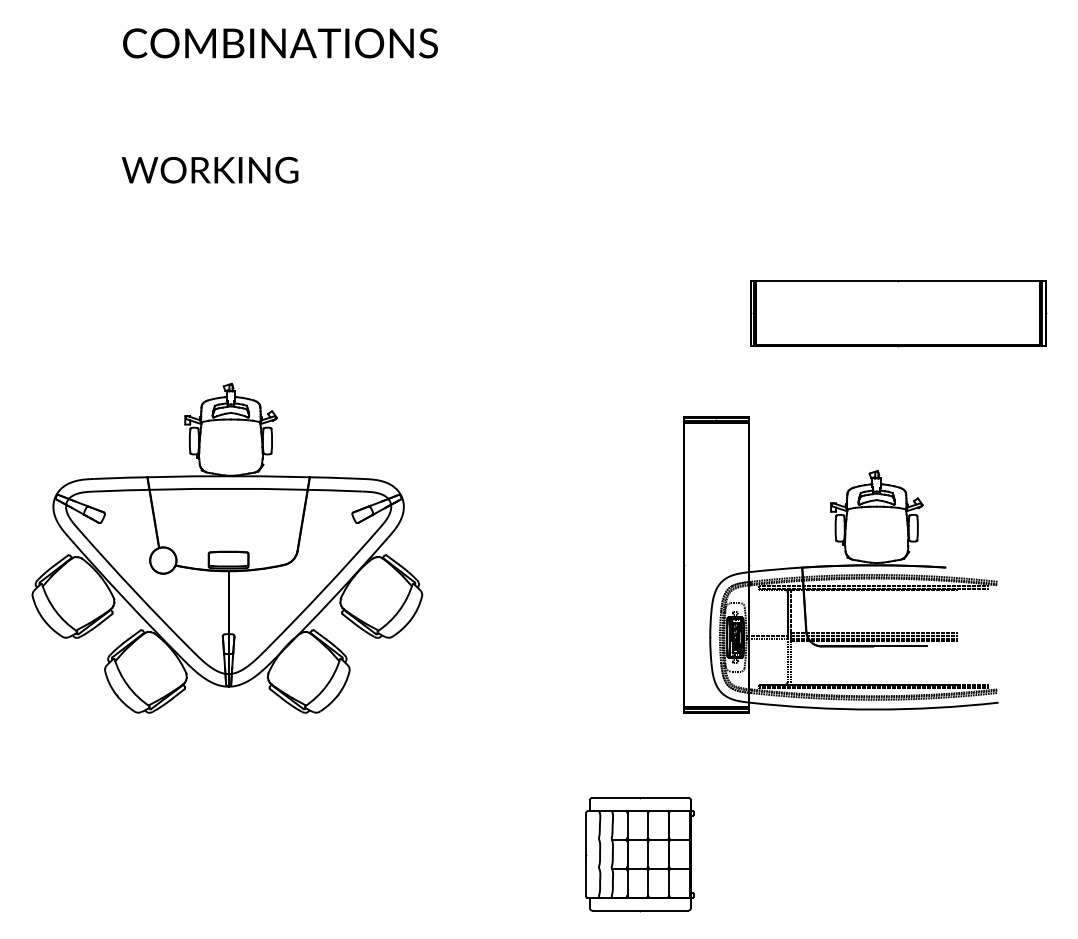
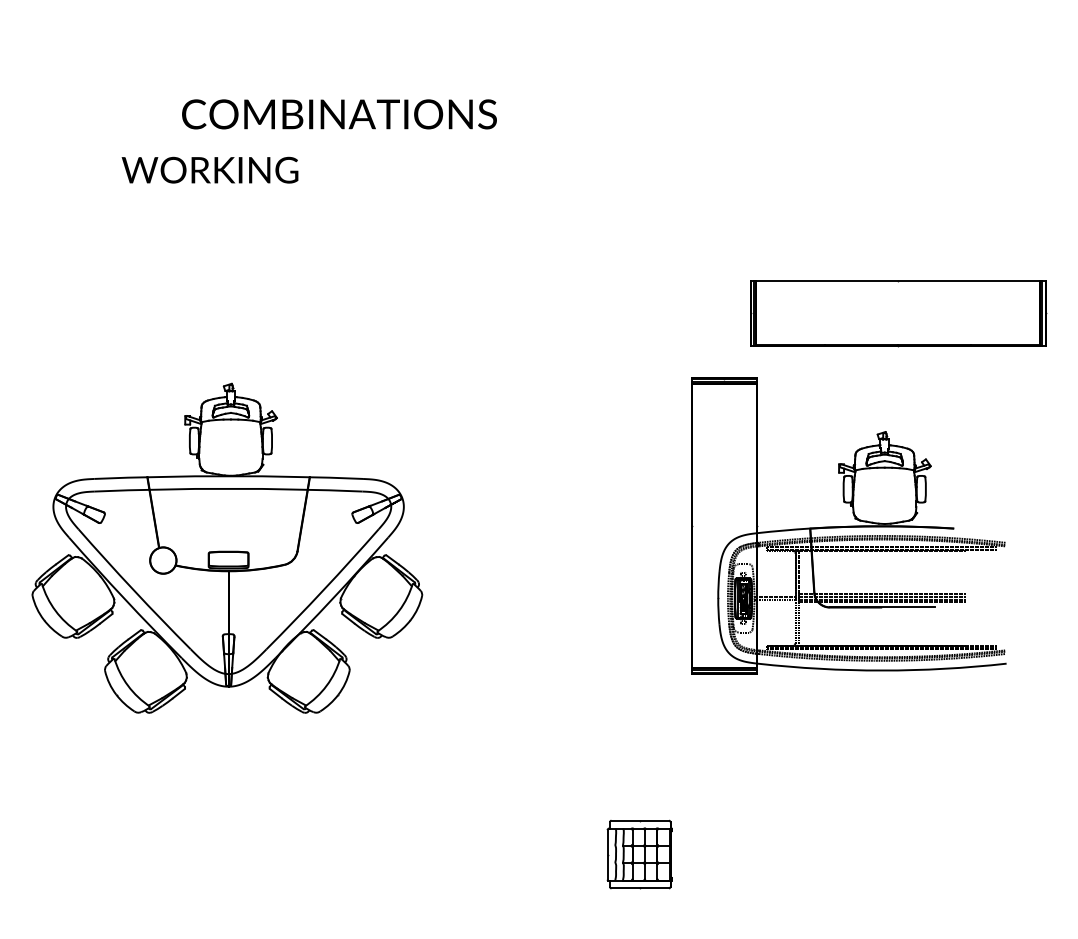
text at (280, 43) position: (280, 43) -> (339, 114)
part at (840, 564) position: (840, 564) -> (848, 525)
part at (639, 854) size: 110x116 px -> 67x71 px
